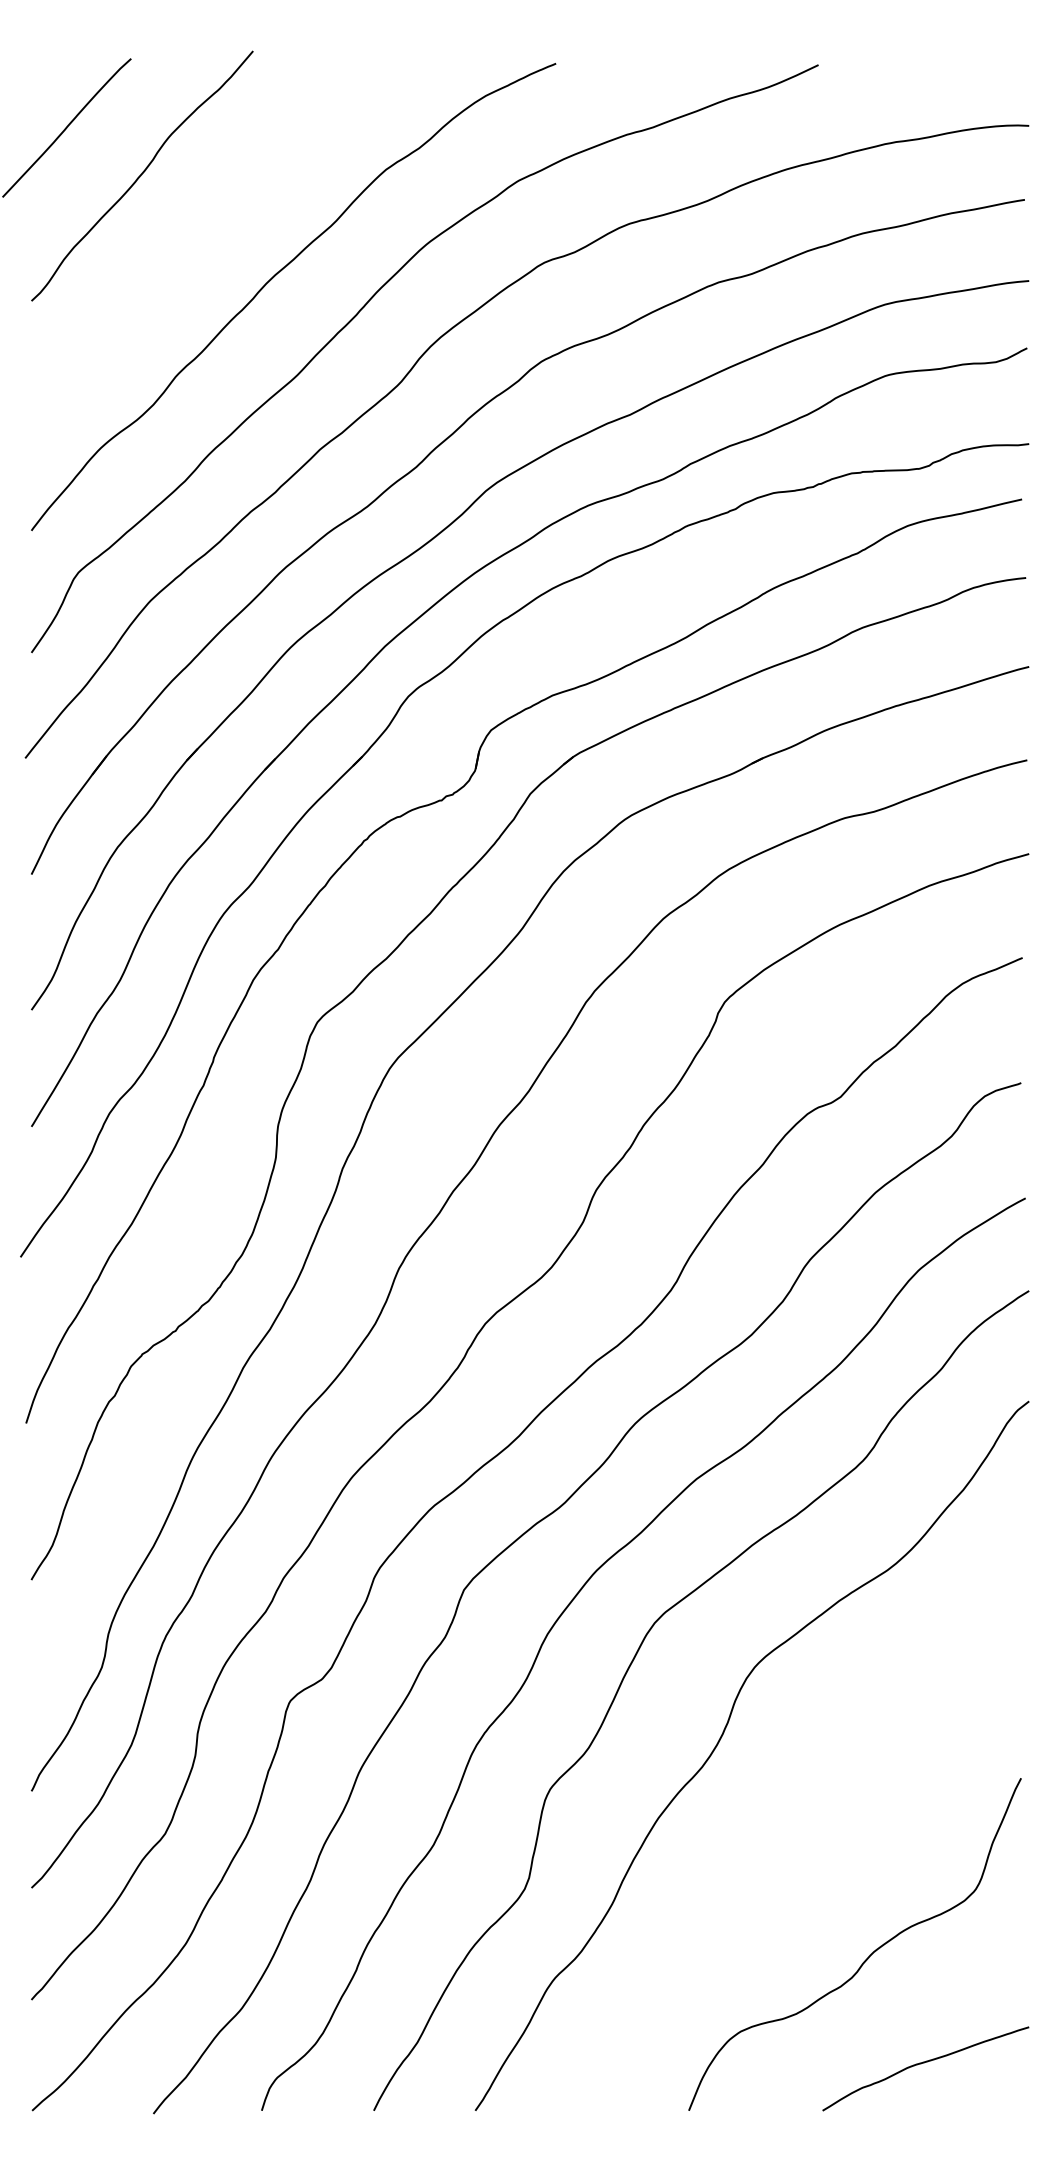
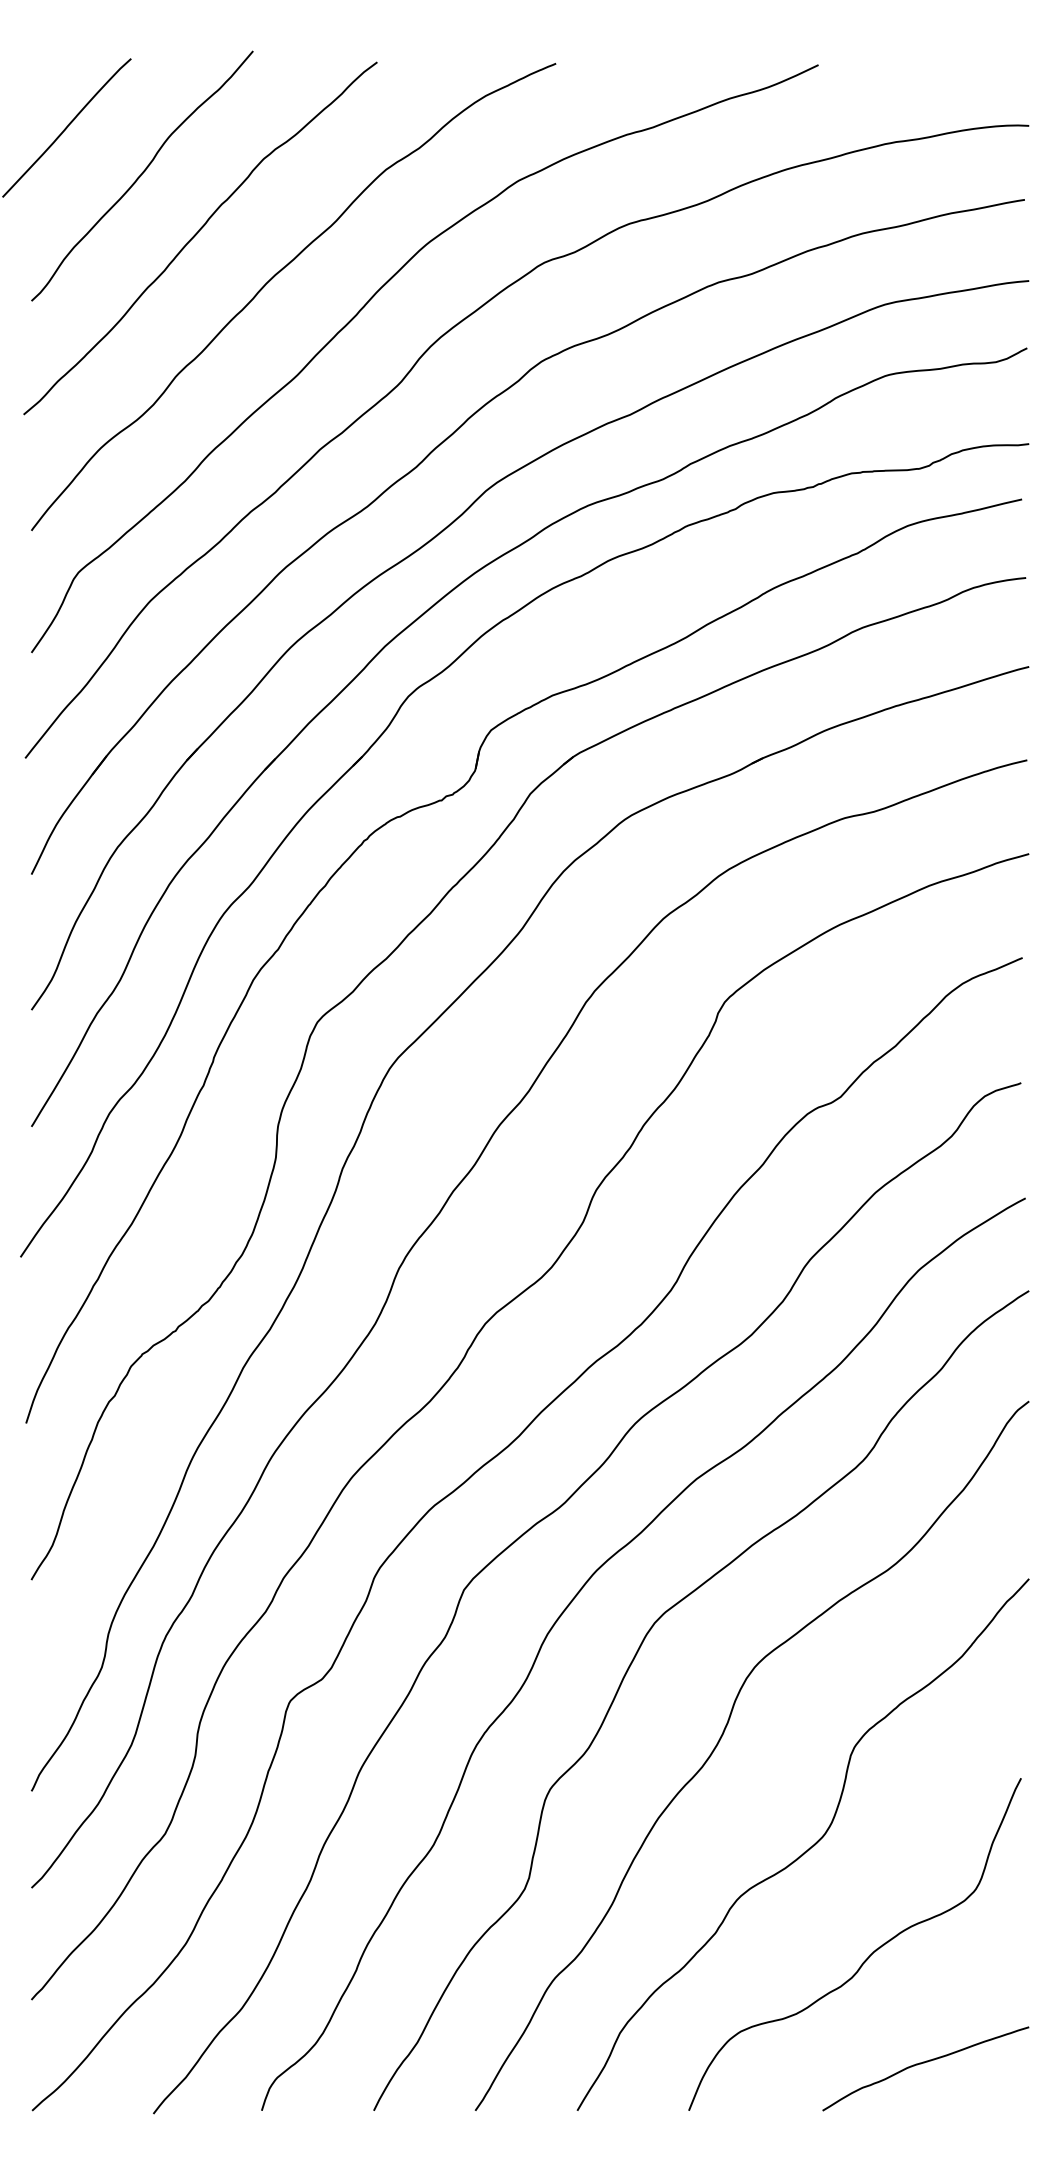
curve at (197, 234): none -> present
curve at (807, 1849): none -> present
